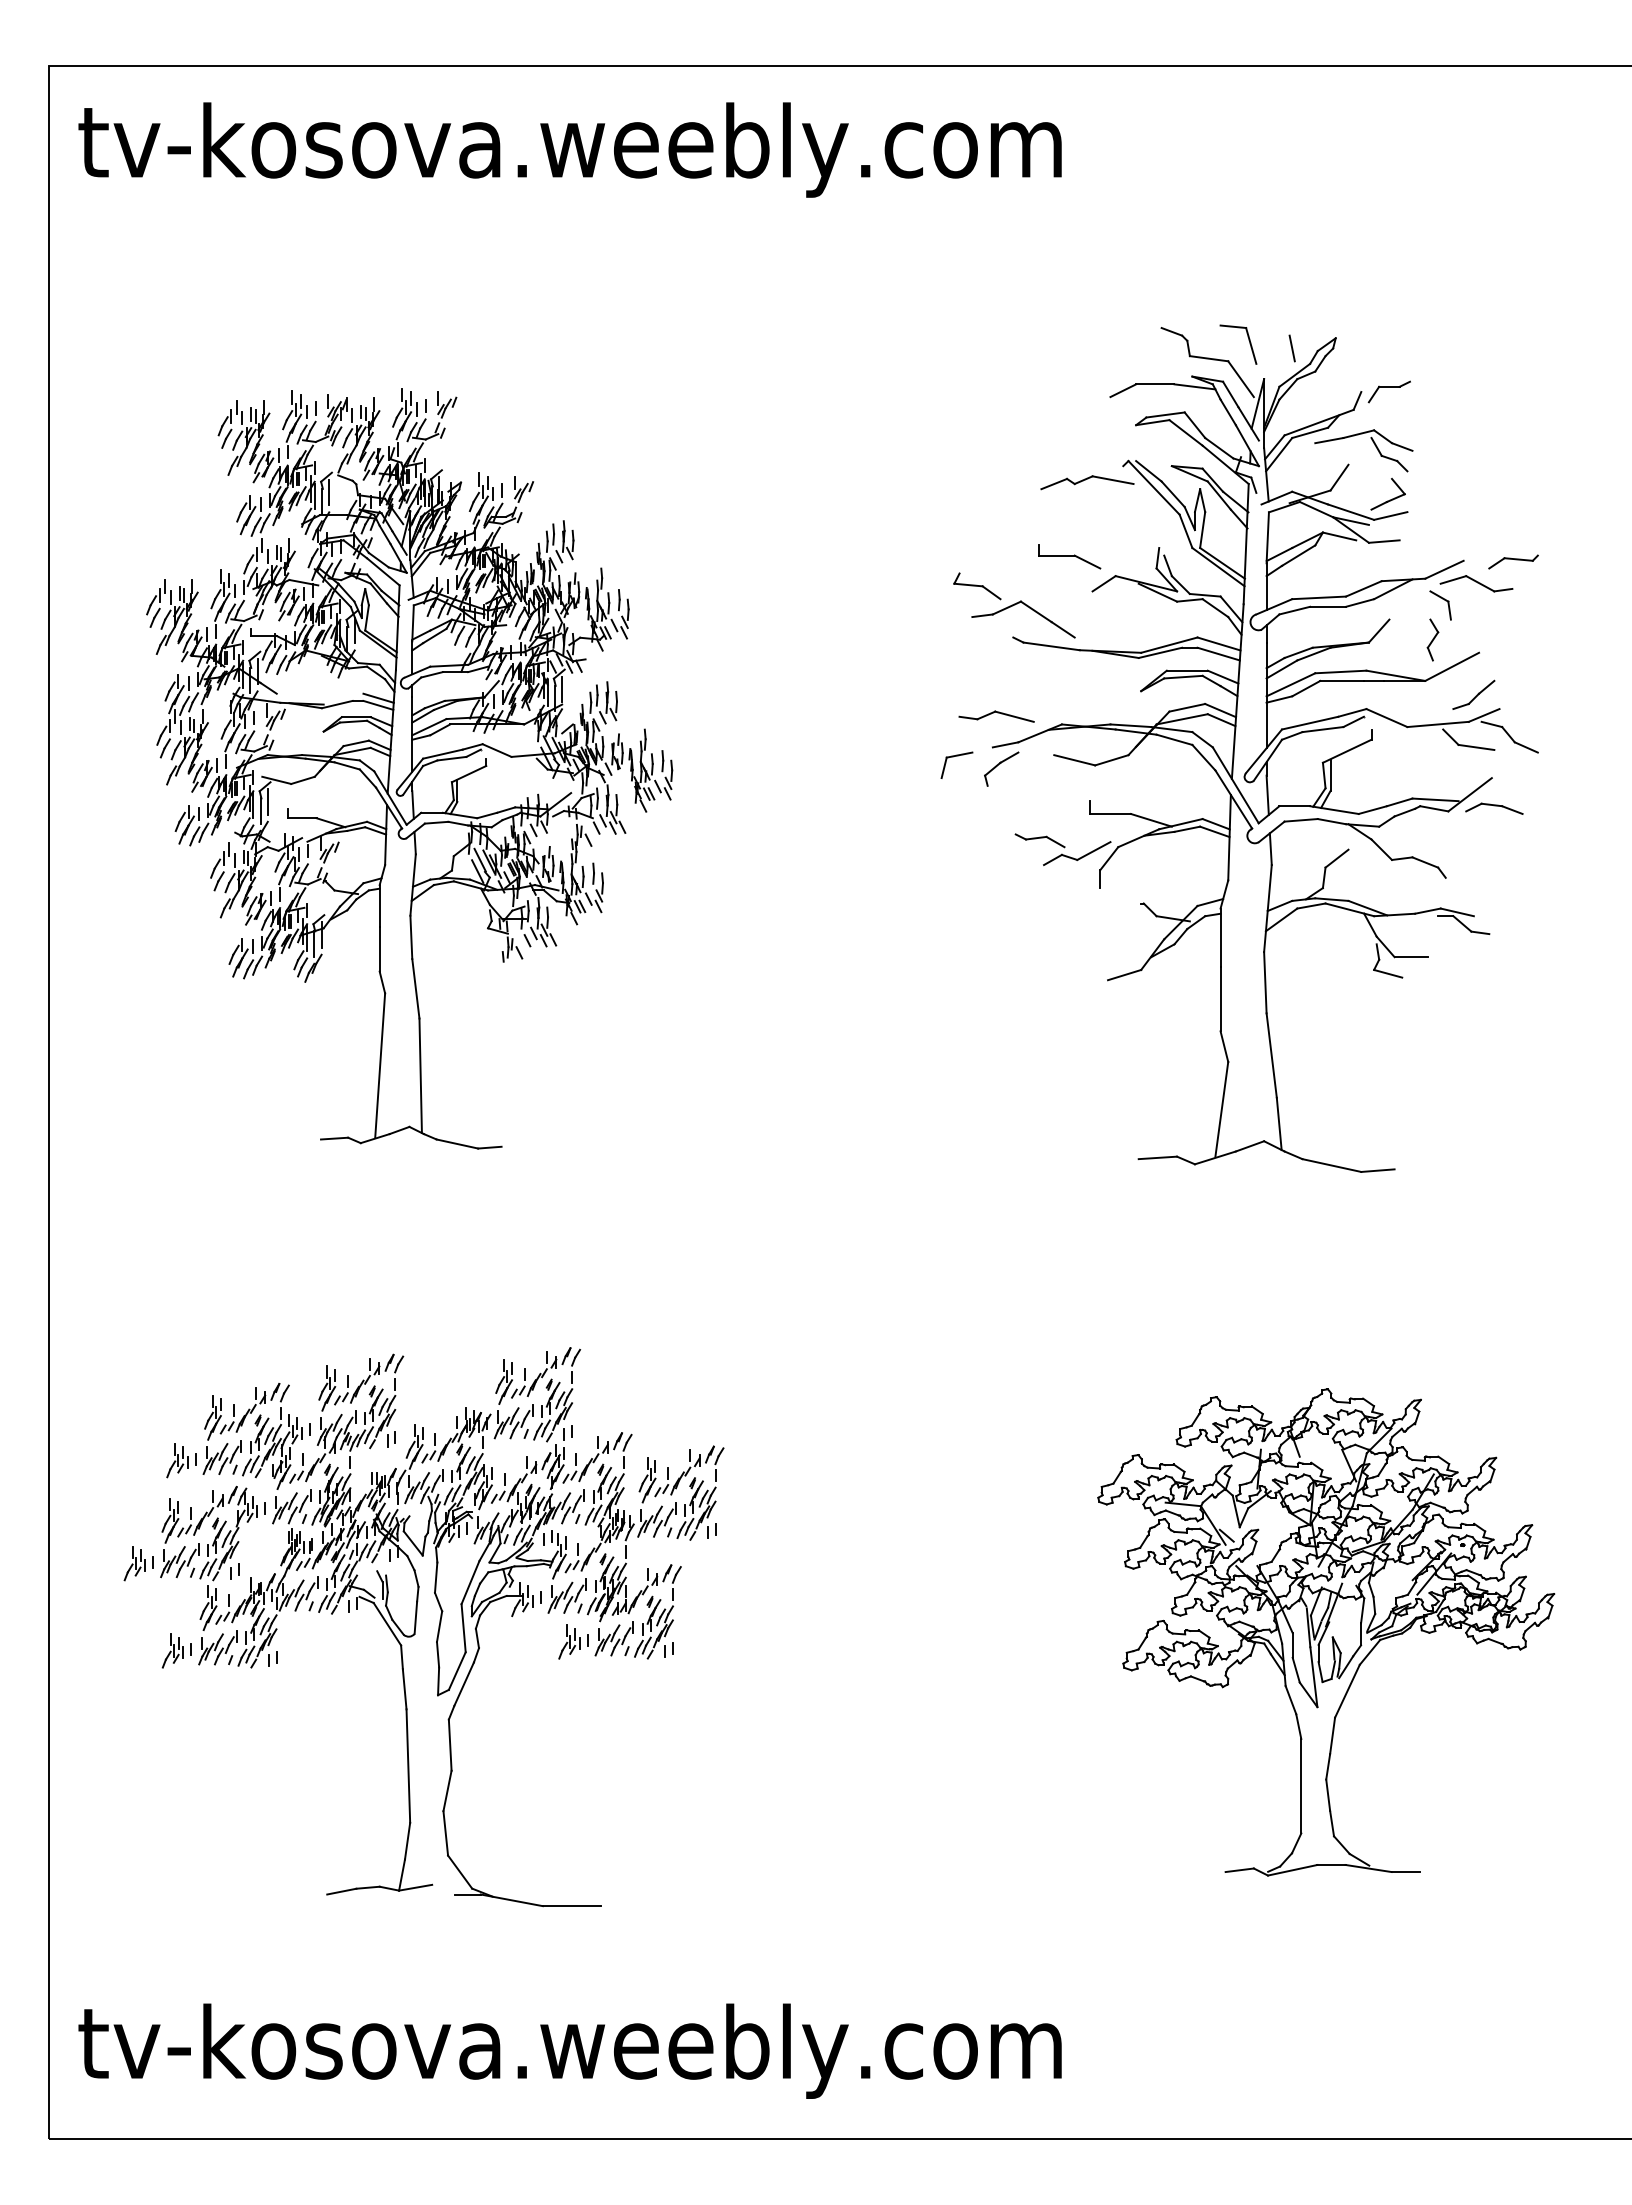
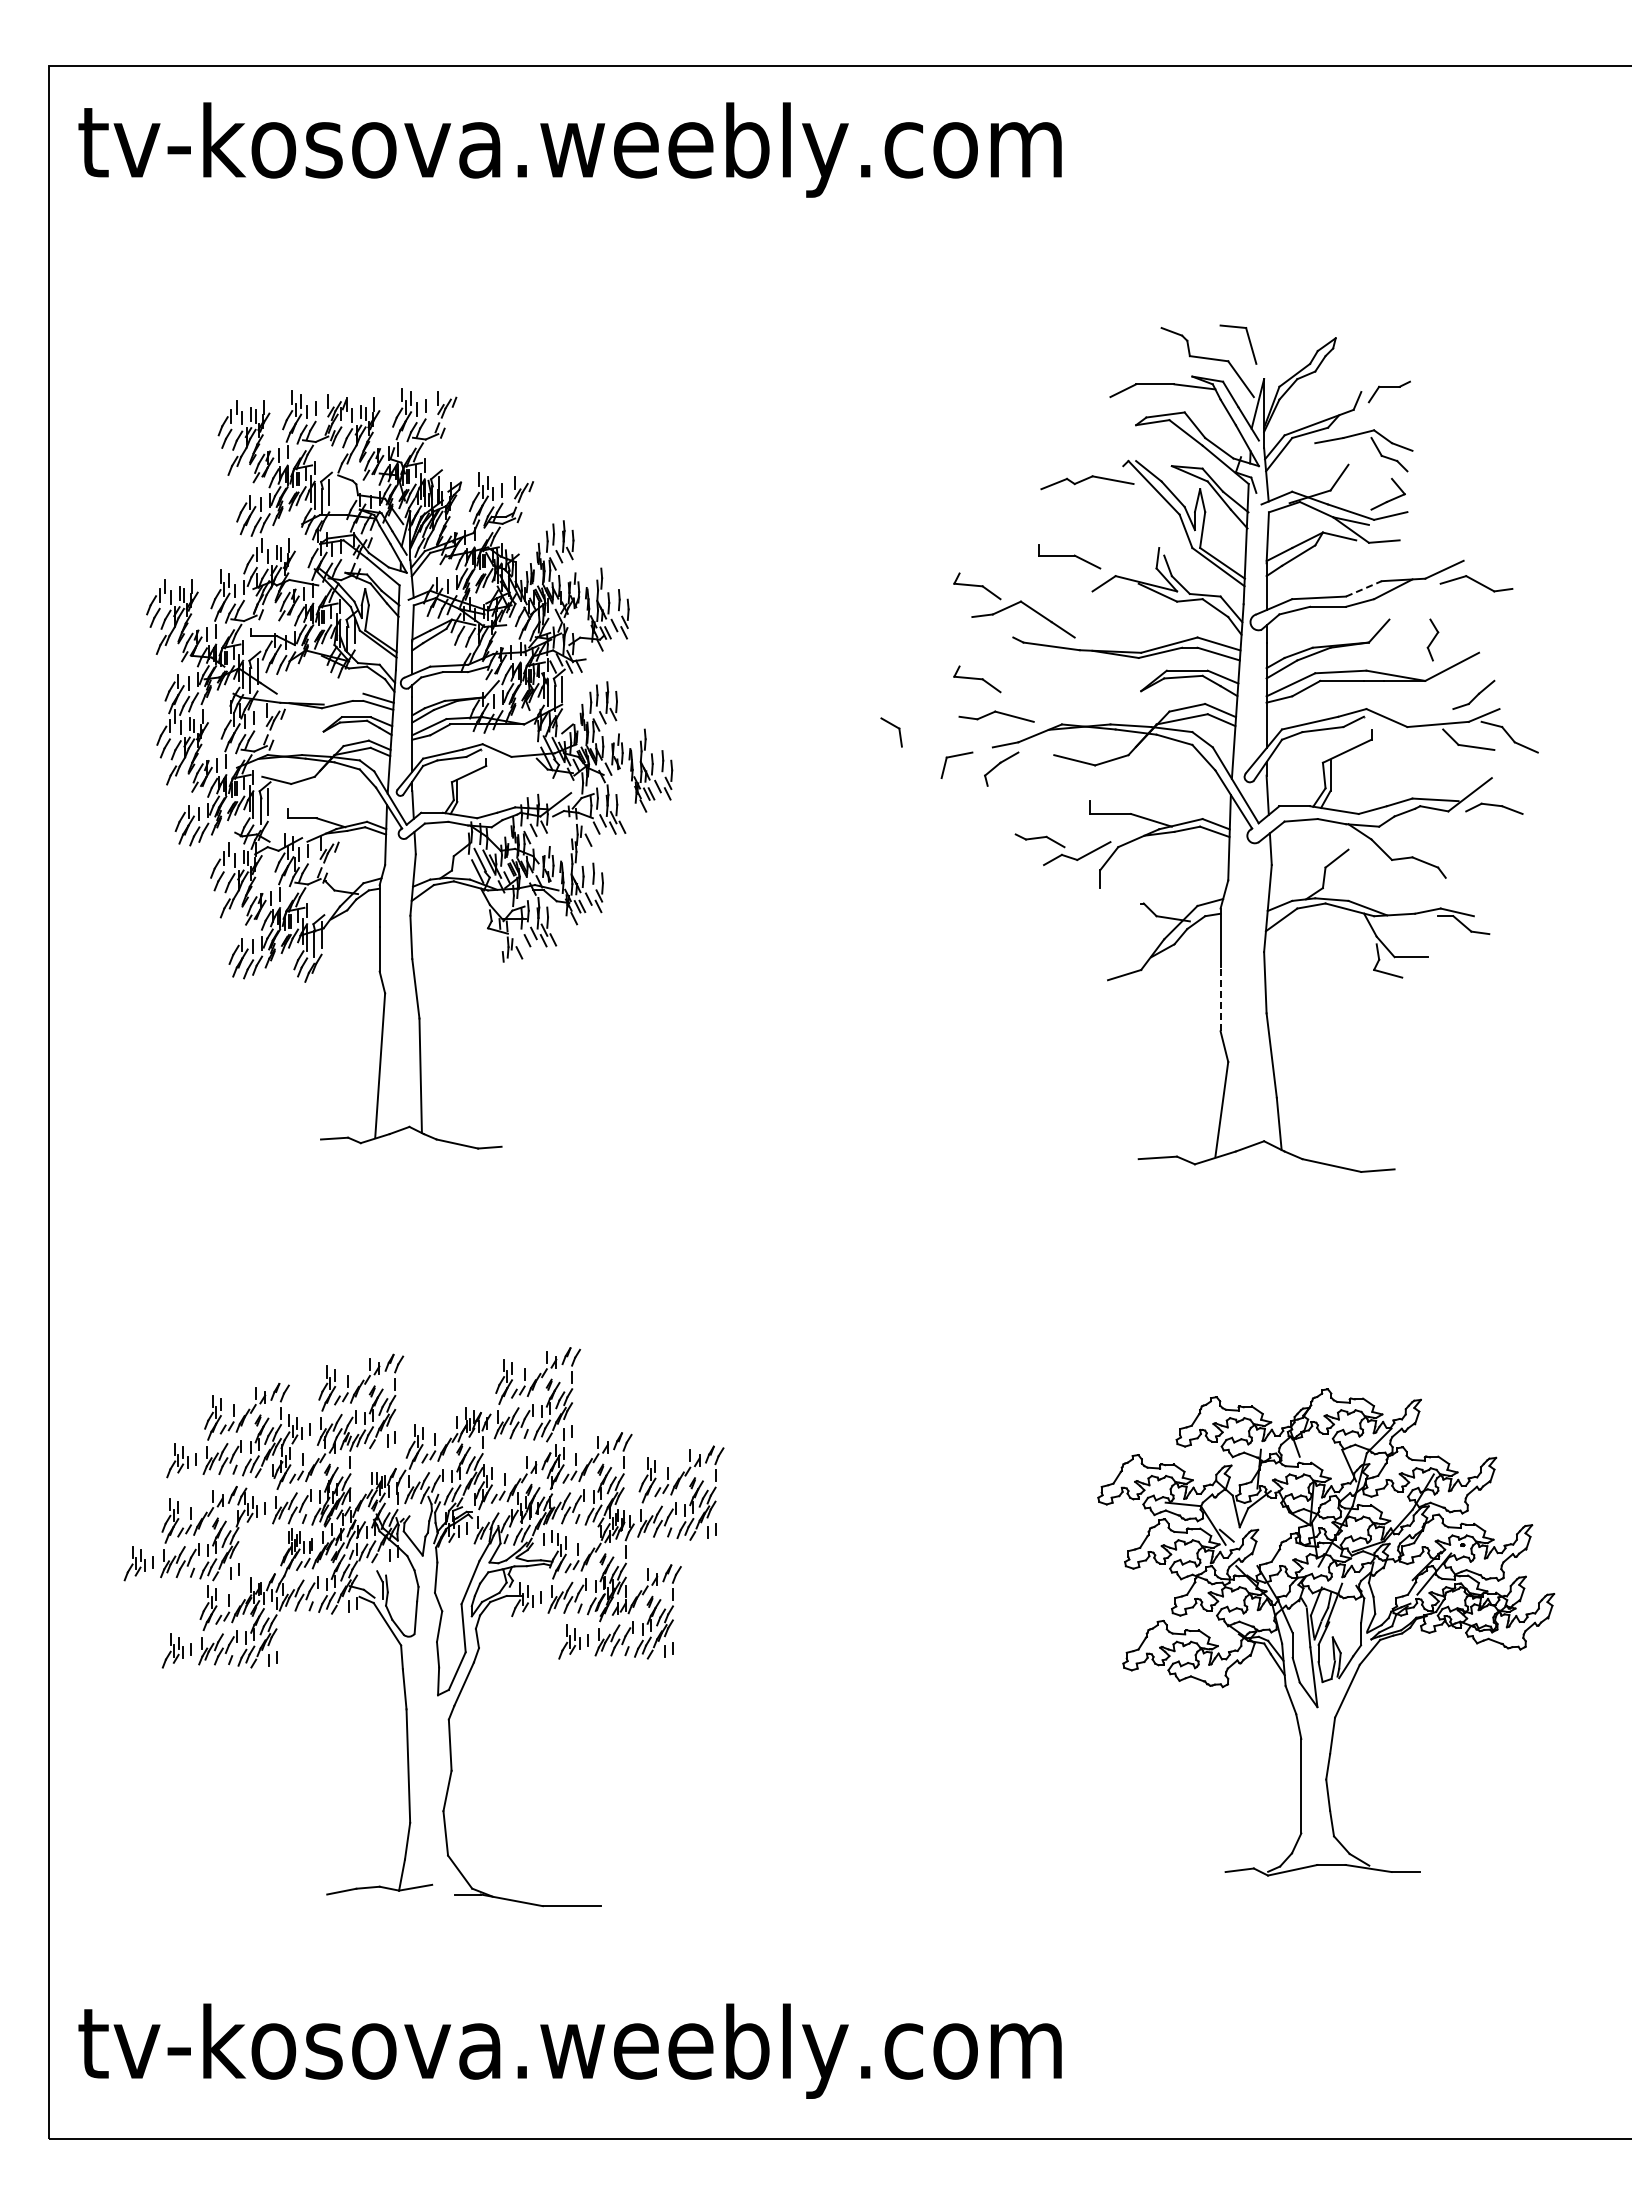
line at (1291, 348): present -> none
part at (1513, 561): present -> none
line at (1364, 588): solid -> dashed
part at (1442, 599) position: (1442, 599) -> (893, 726)
part at (977, 679): none -> present
line at (1220, 999): solid -> dashed
